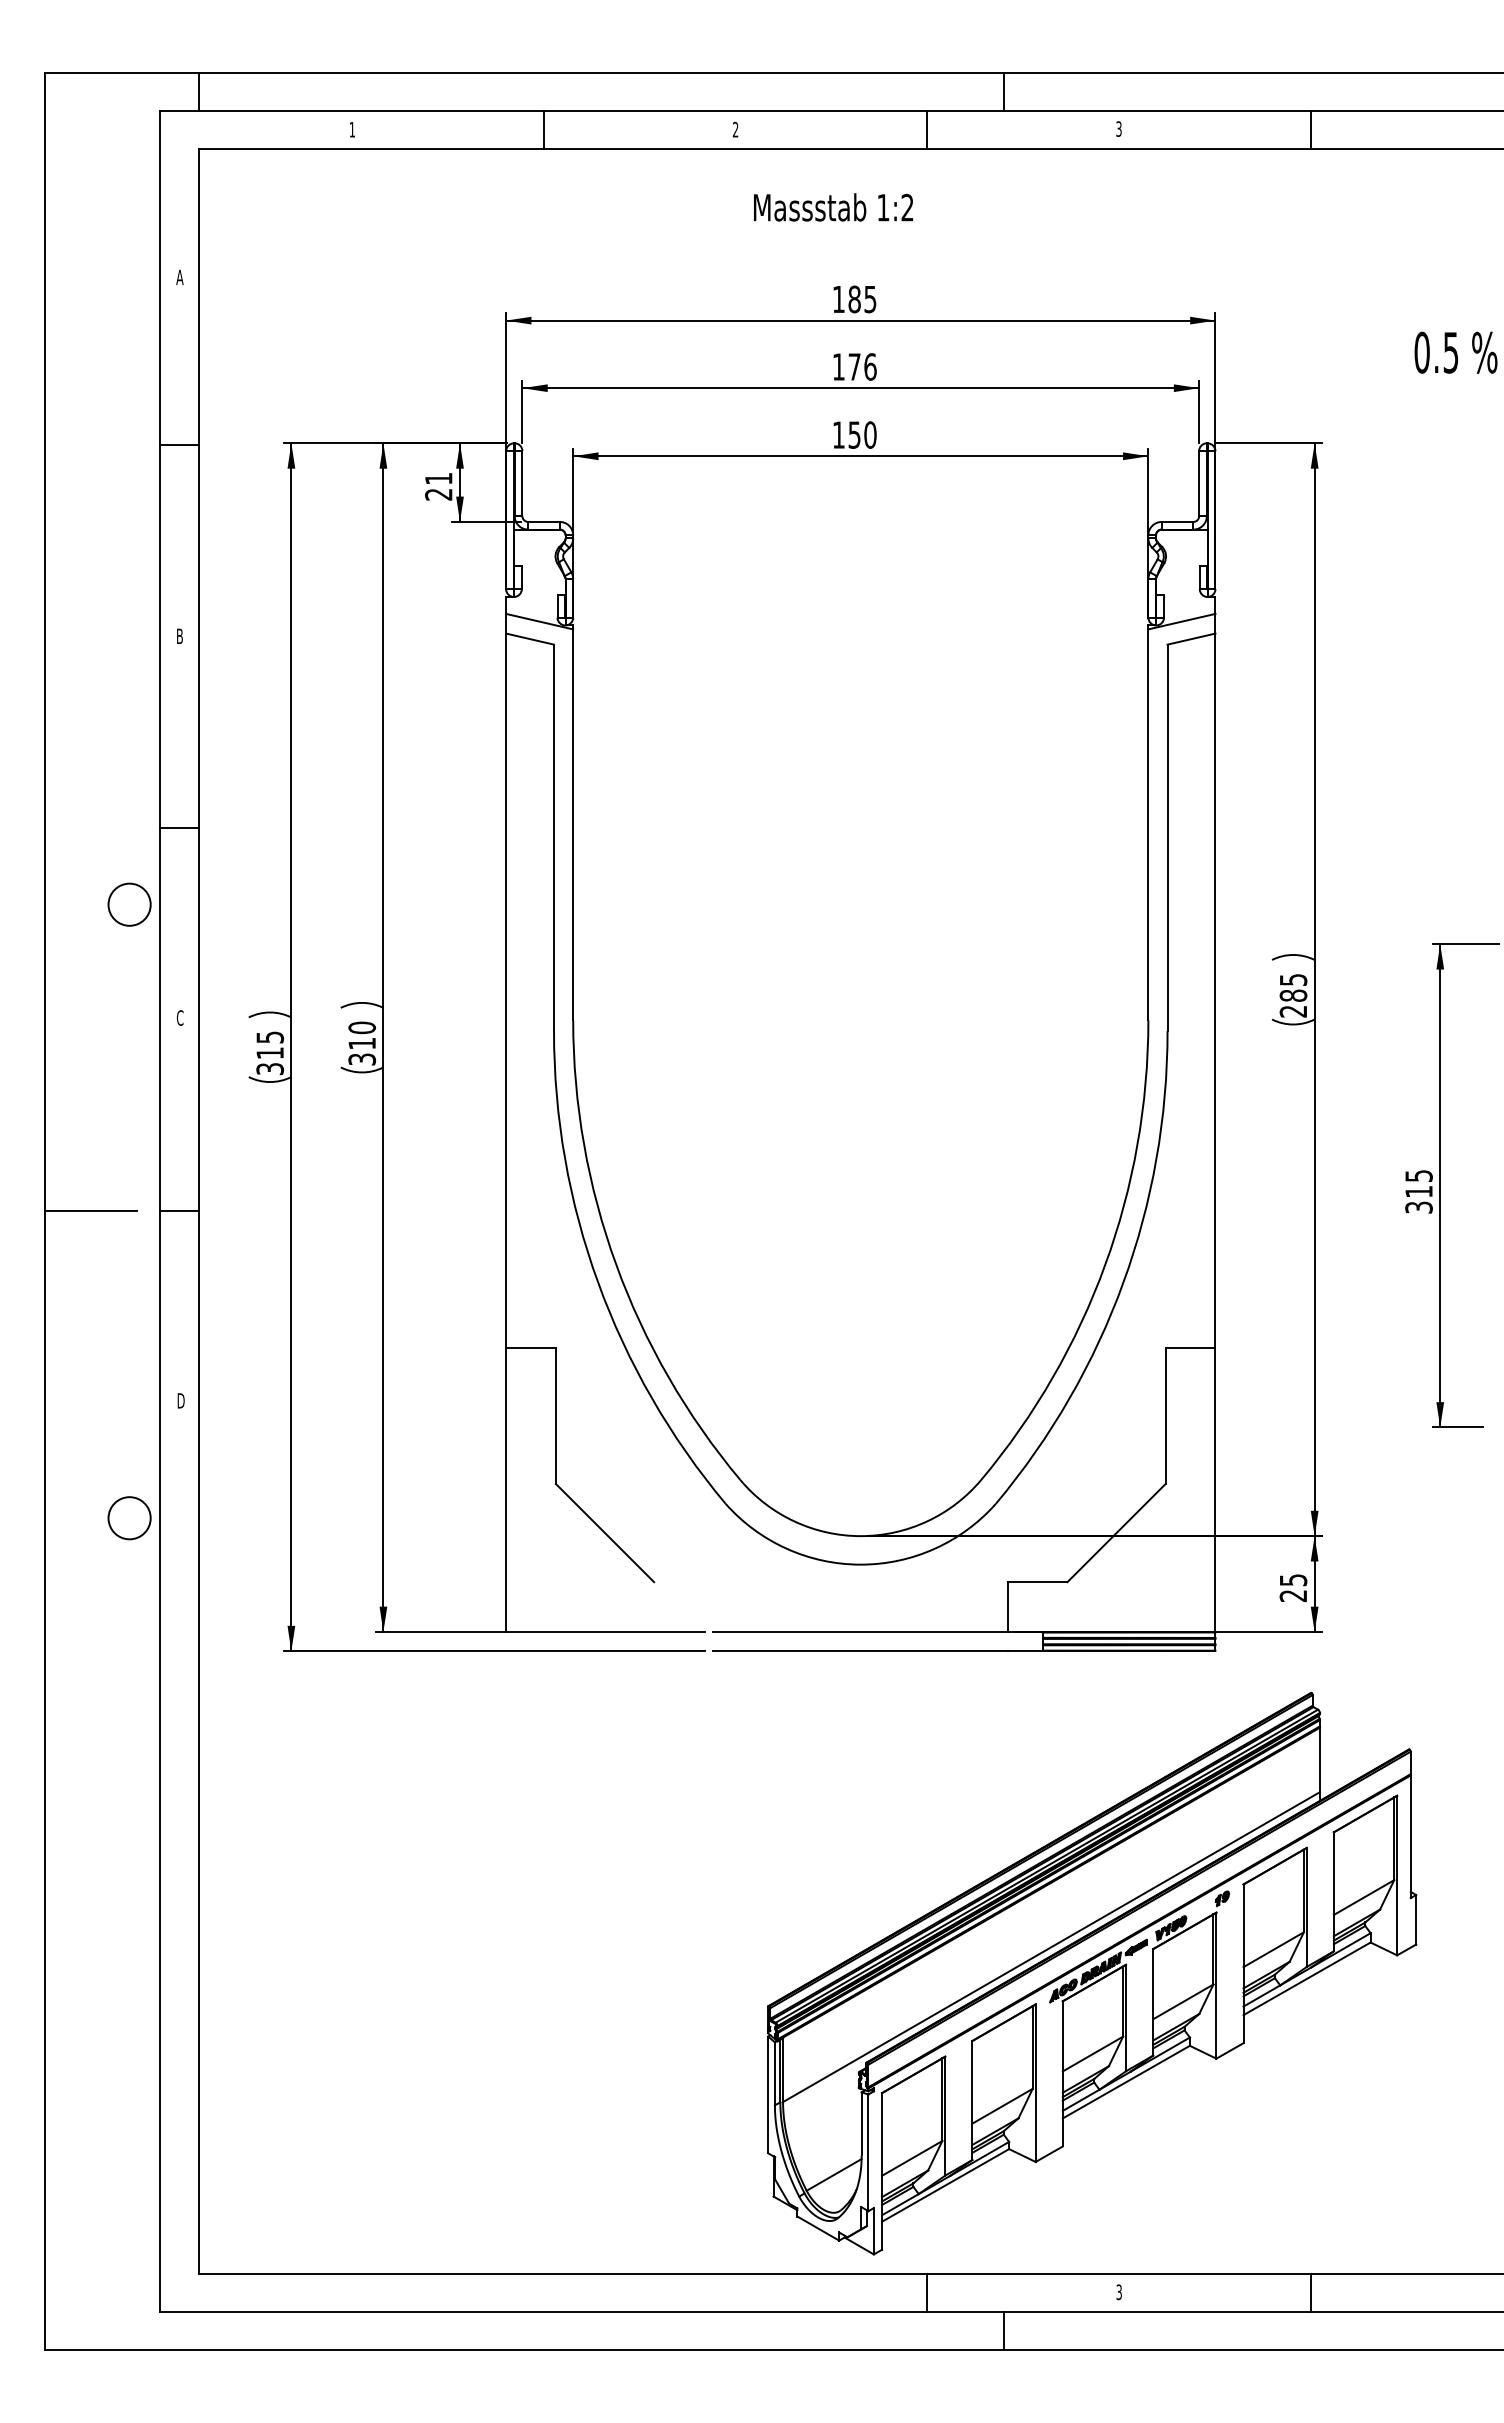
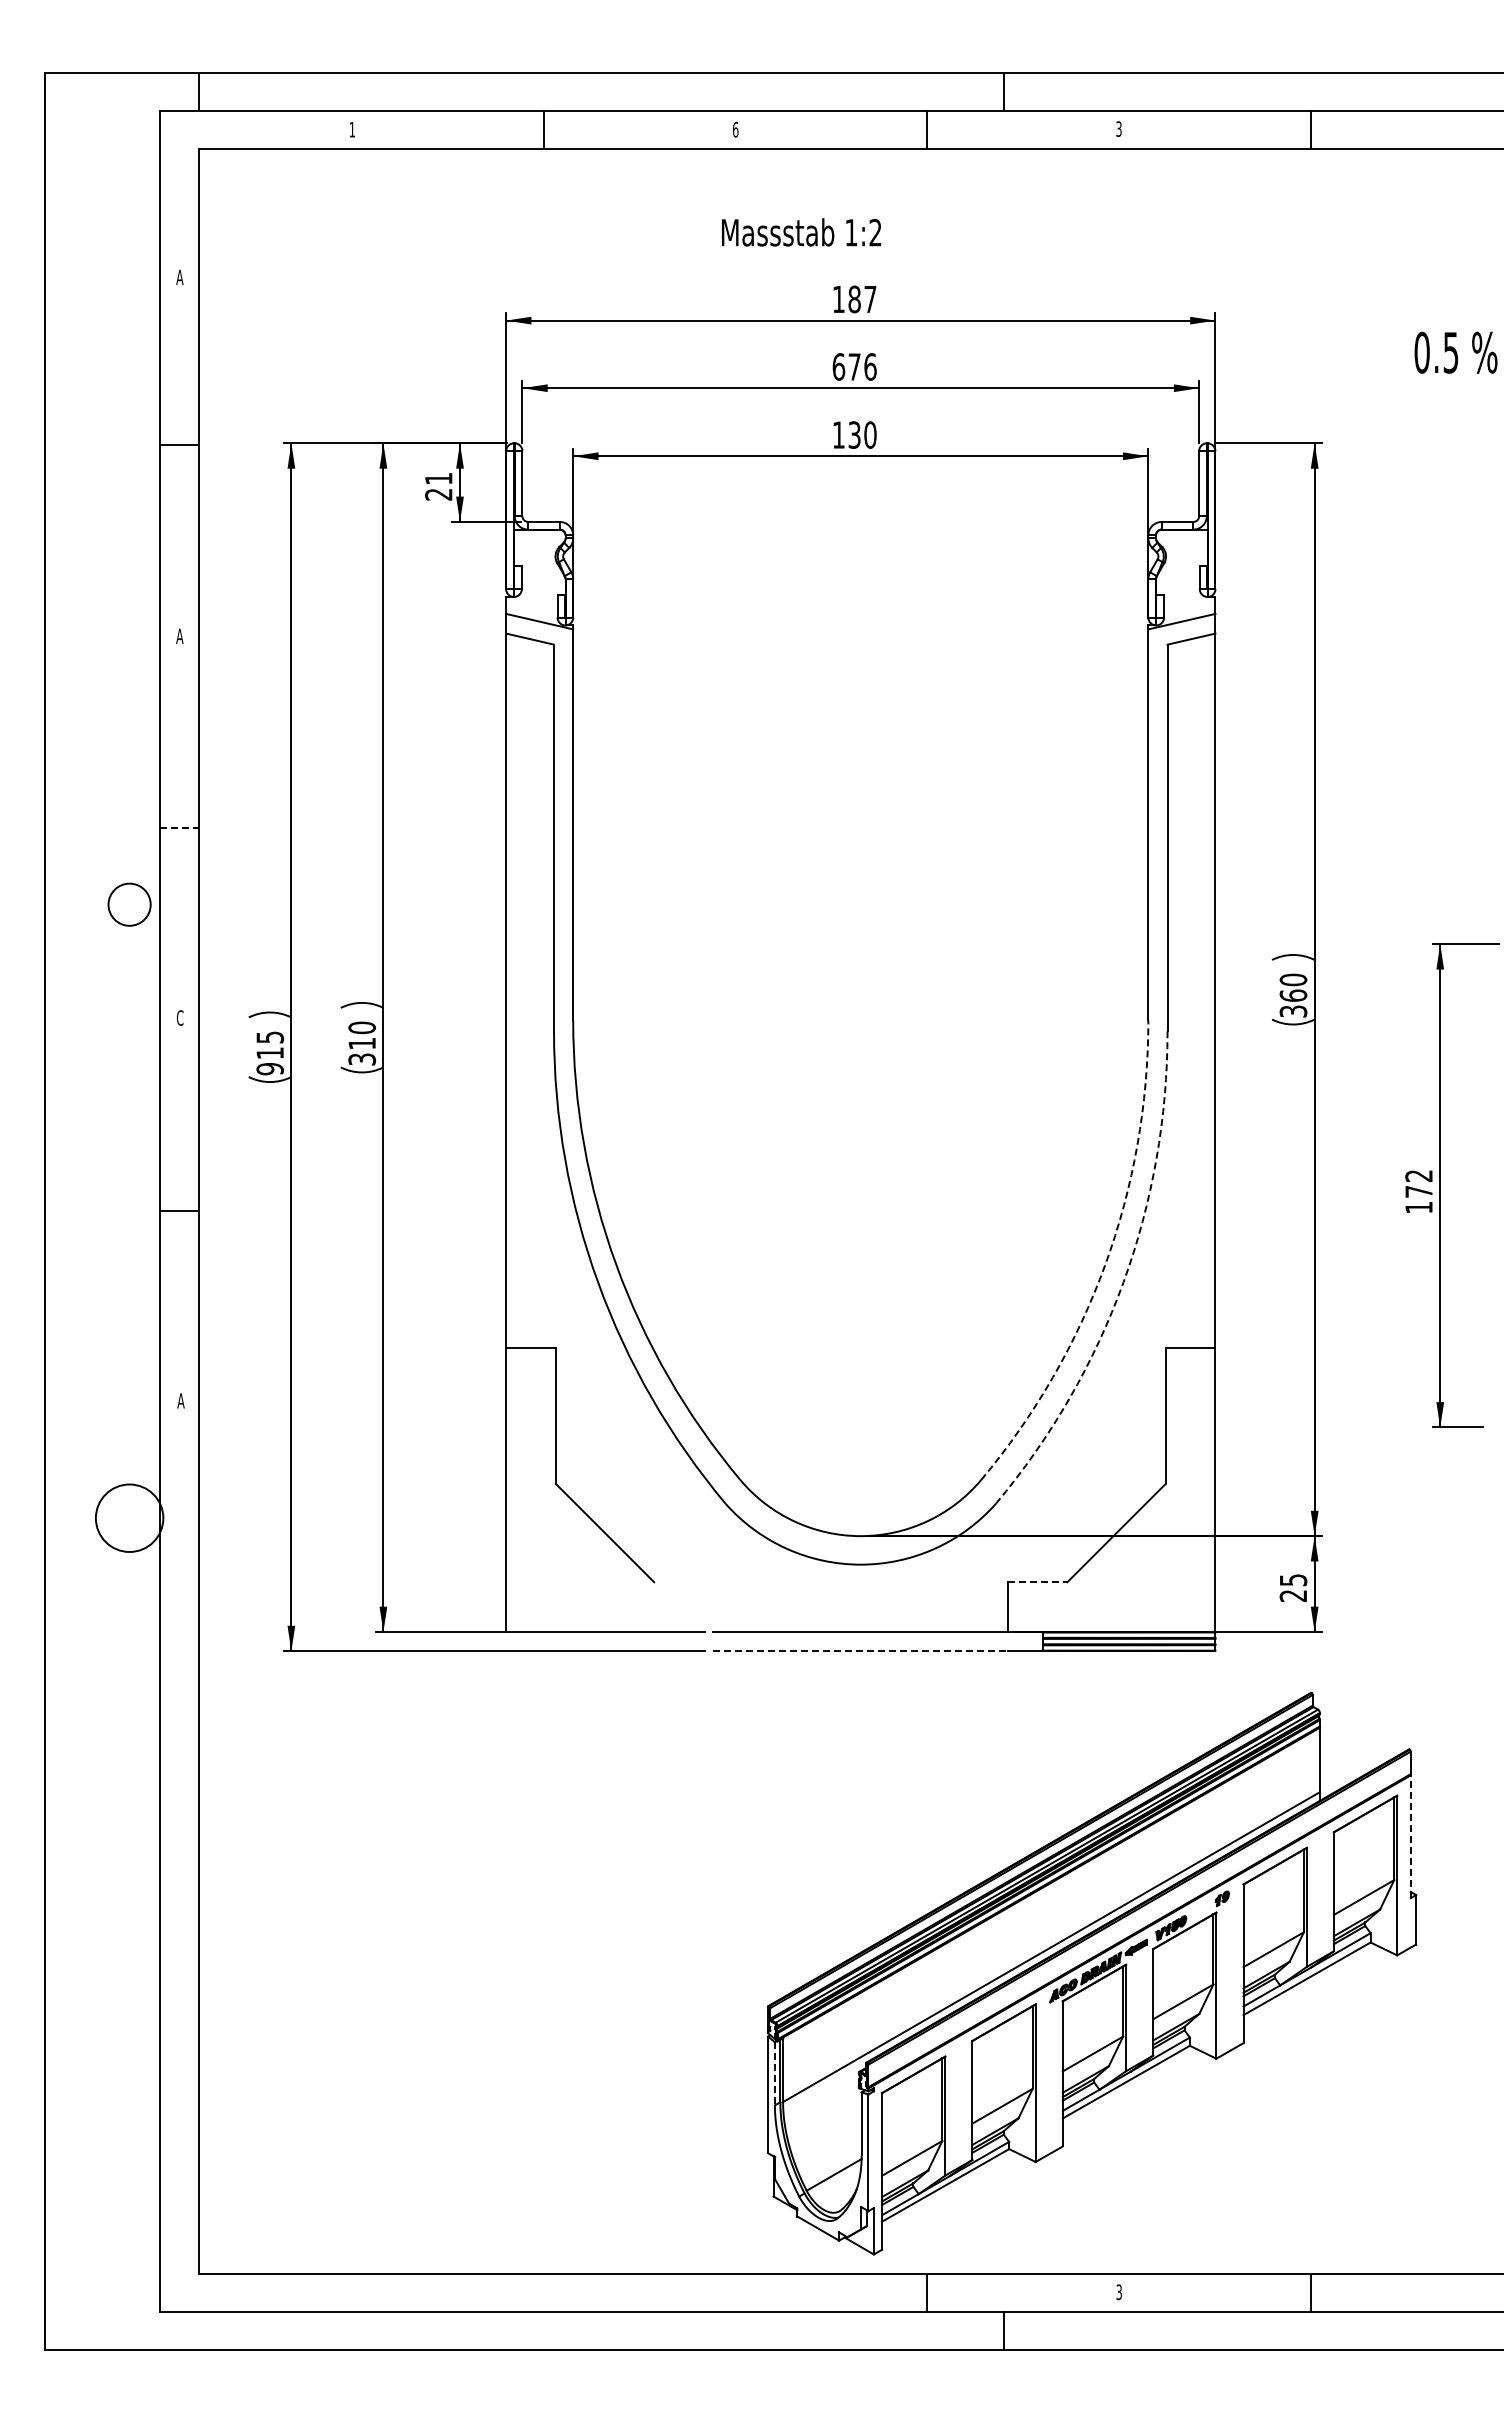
text at (735, 129): 2 -> 6
text at (833, 207) position: (833, 207) -> (801, 232)
text at (870, 299): 185 -> 187
text at (838, 366): 176 -> 676
text at (854, 434): 150 -> 130
text at (179, 635): B -> A
line at (179, 828): solid -> dashed
text at (1293, 995): 285 -> 360
text at (269, 1069): 315 -> 915
text at (1418, 1191): 315 -> 172
line at (91, 1211): present -> none
arc at (1105, 1264): solid -> dashed
arc at (1123, 1282): solid -> dashed
text at (180, 1400): D -> A
circle at (129, 1518) diameter: 42 px -> 67 px
line at (1037, 1582): solid -> dashed
line at (860, 1651): solid -> dashed
line at (1410, 1836): solid -> dashed
line at (774, 2073): solid -> dashed
